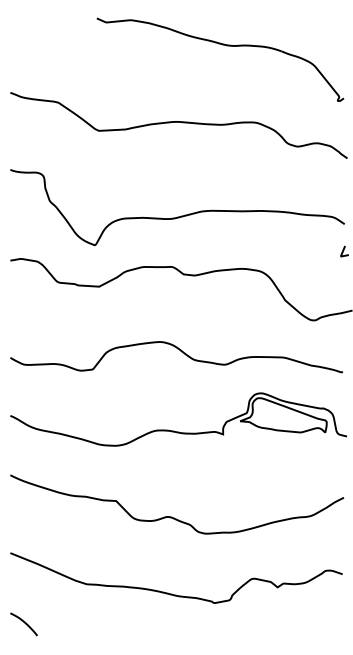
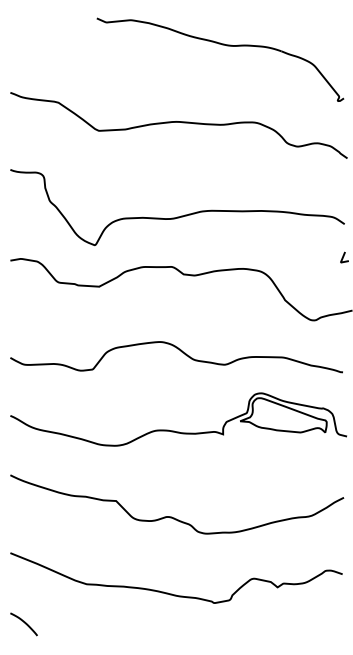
line at (344, 250) position: (344, 250) -> (344, 256)
